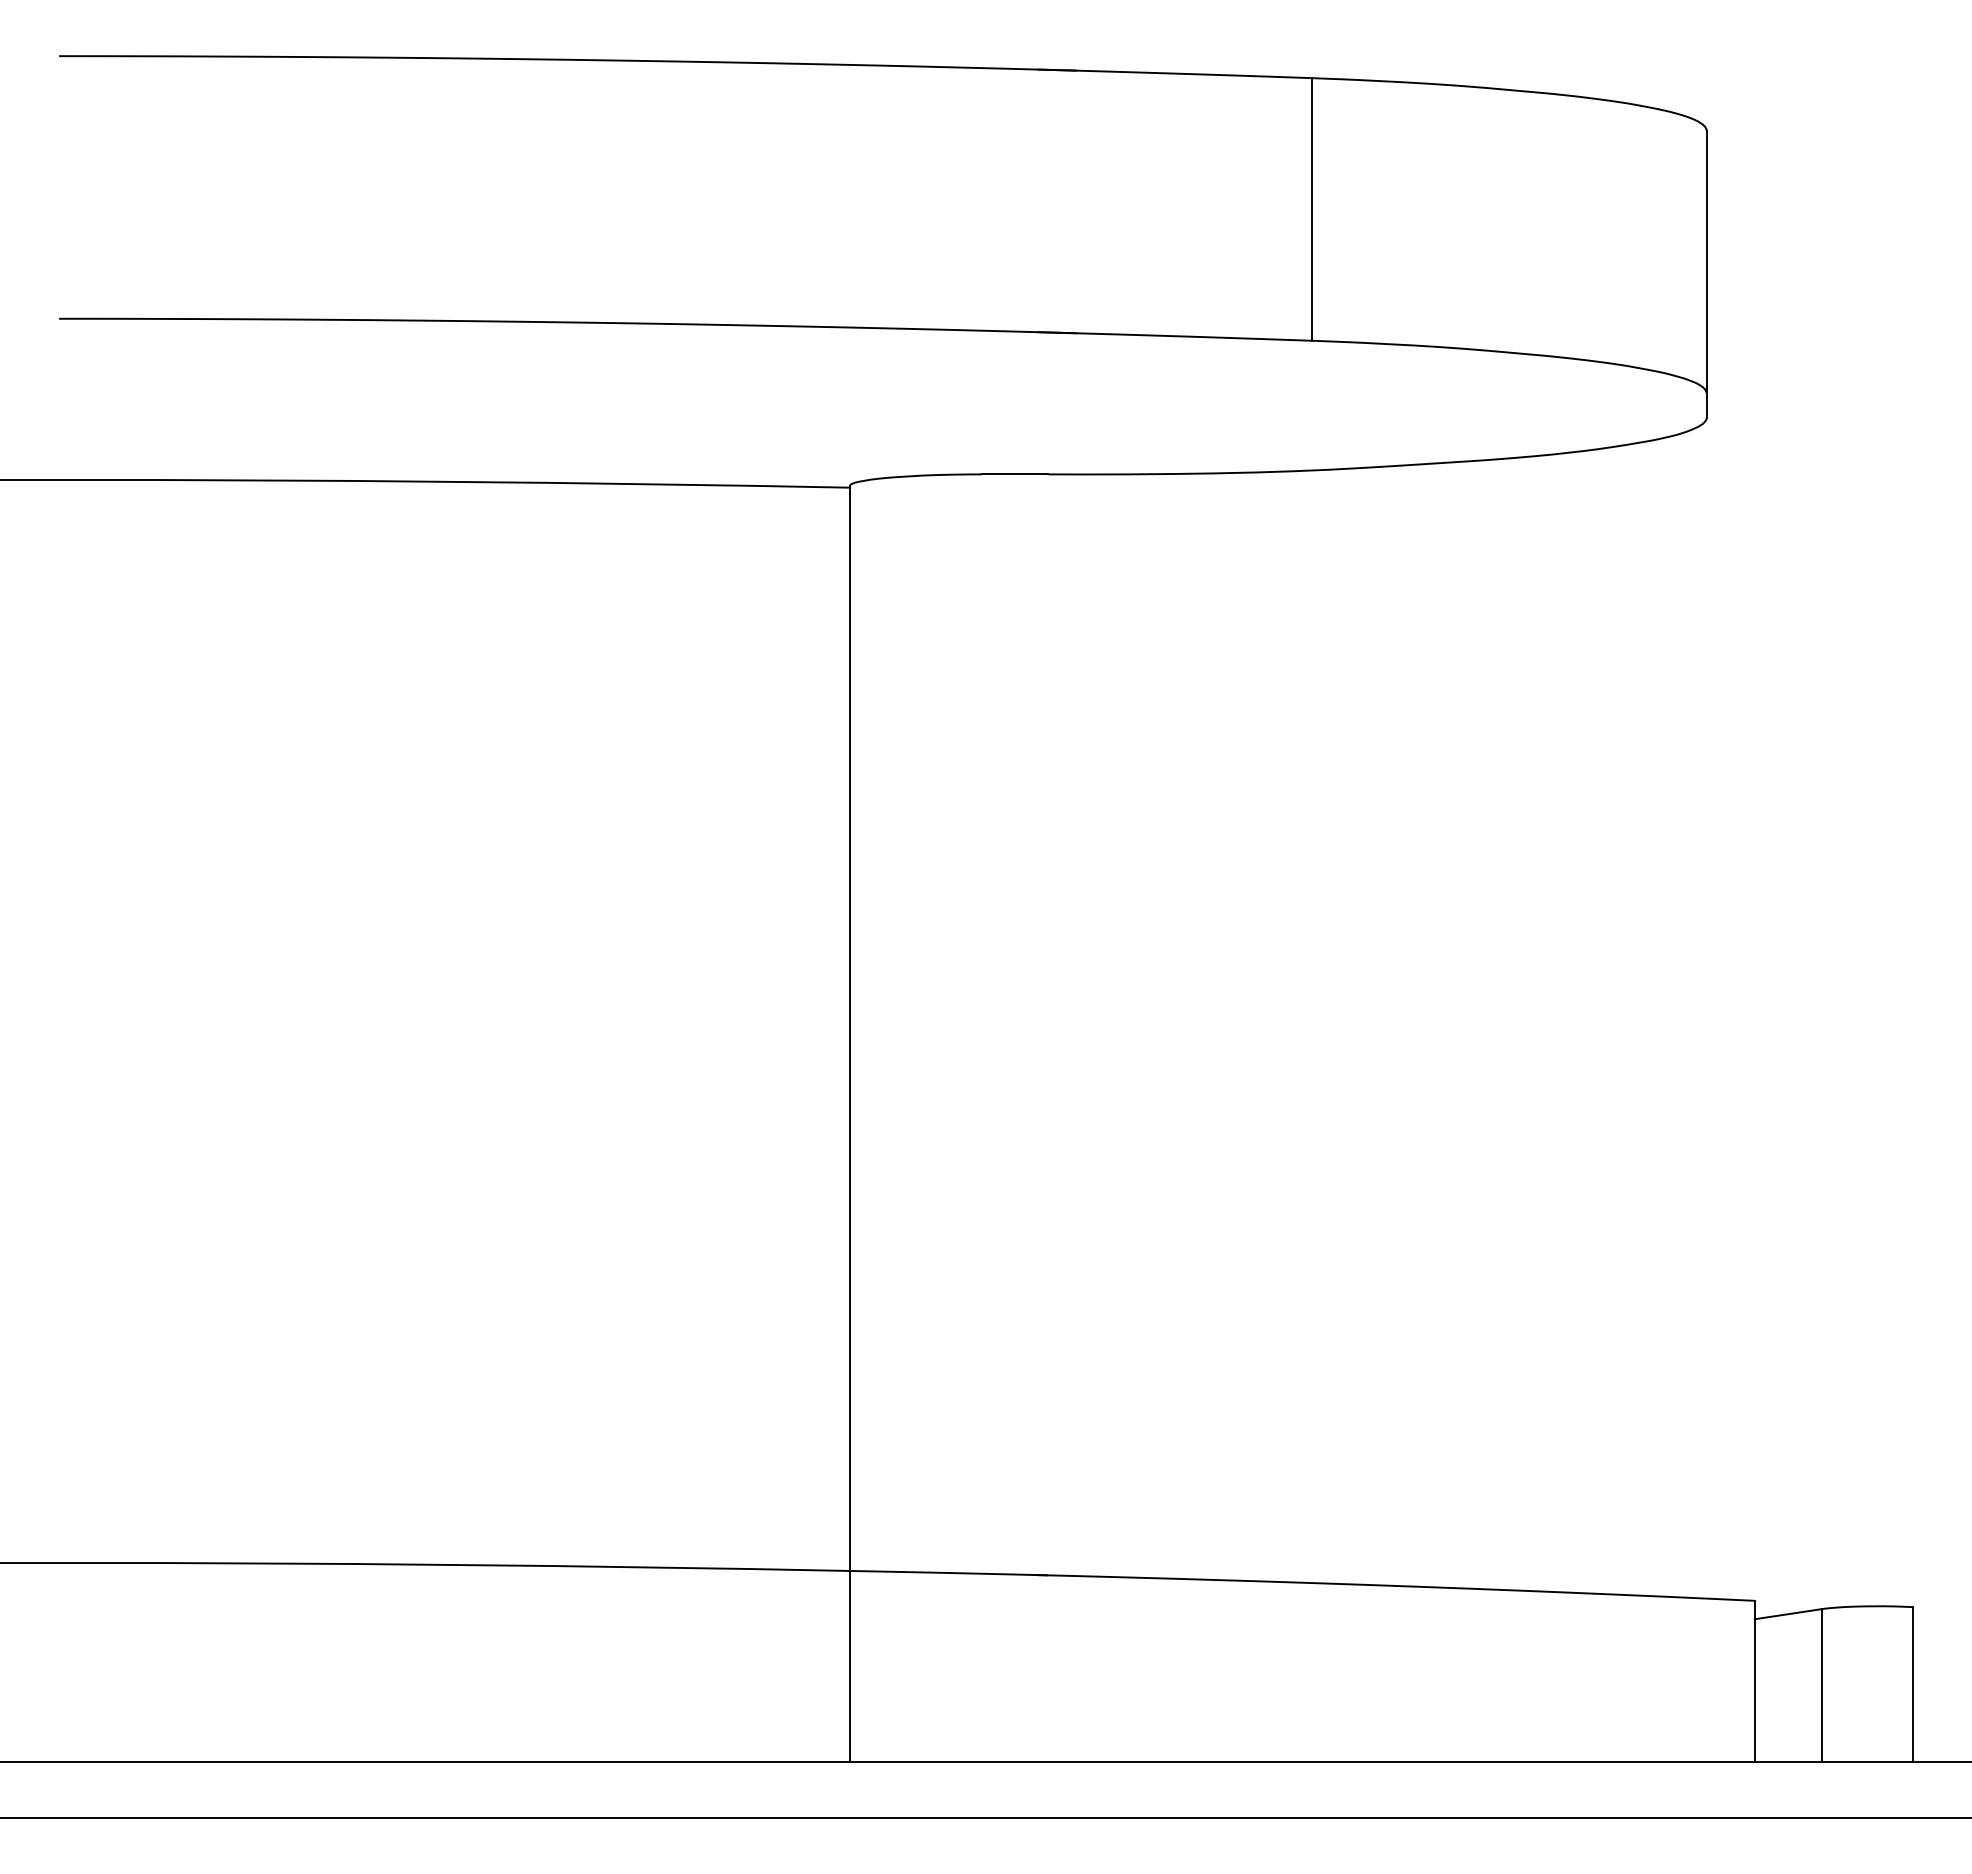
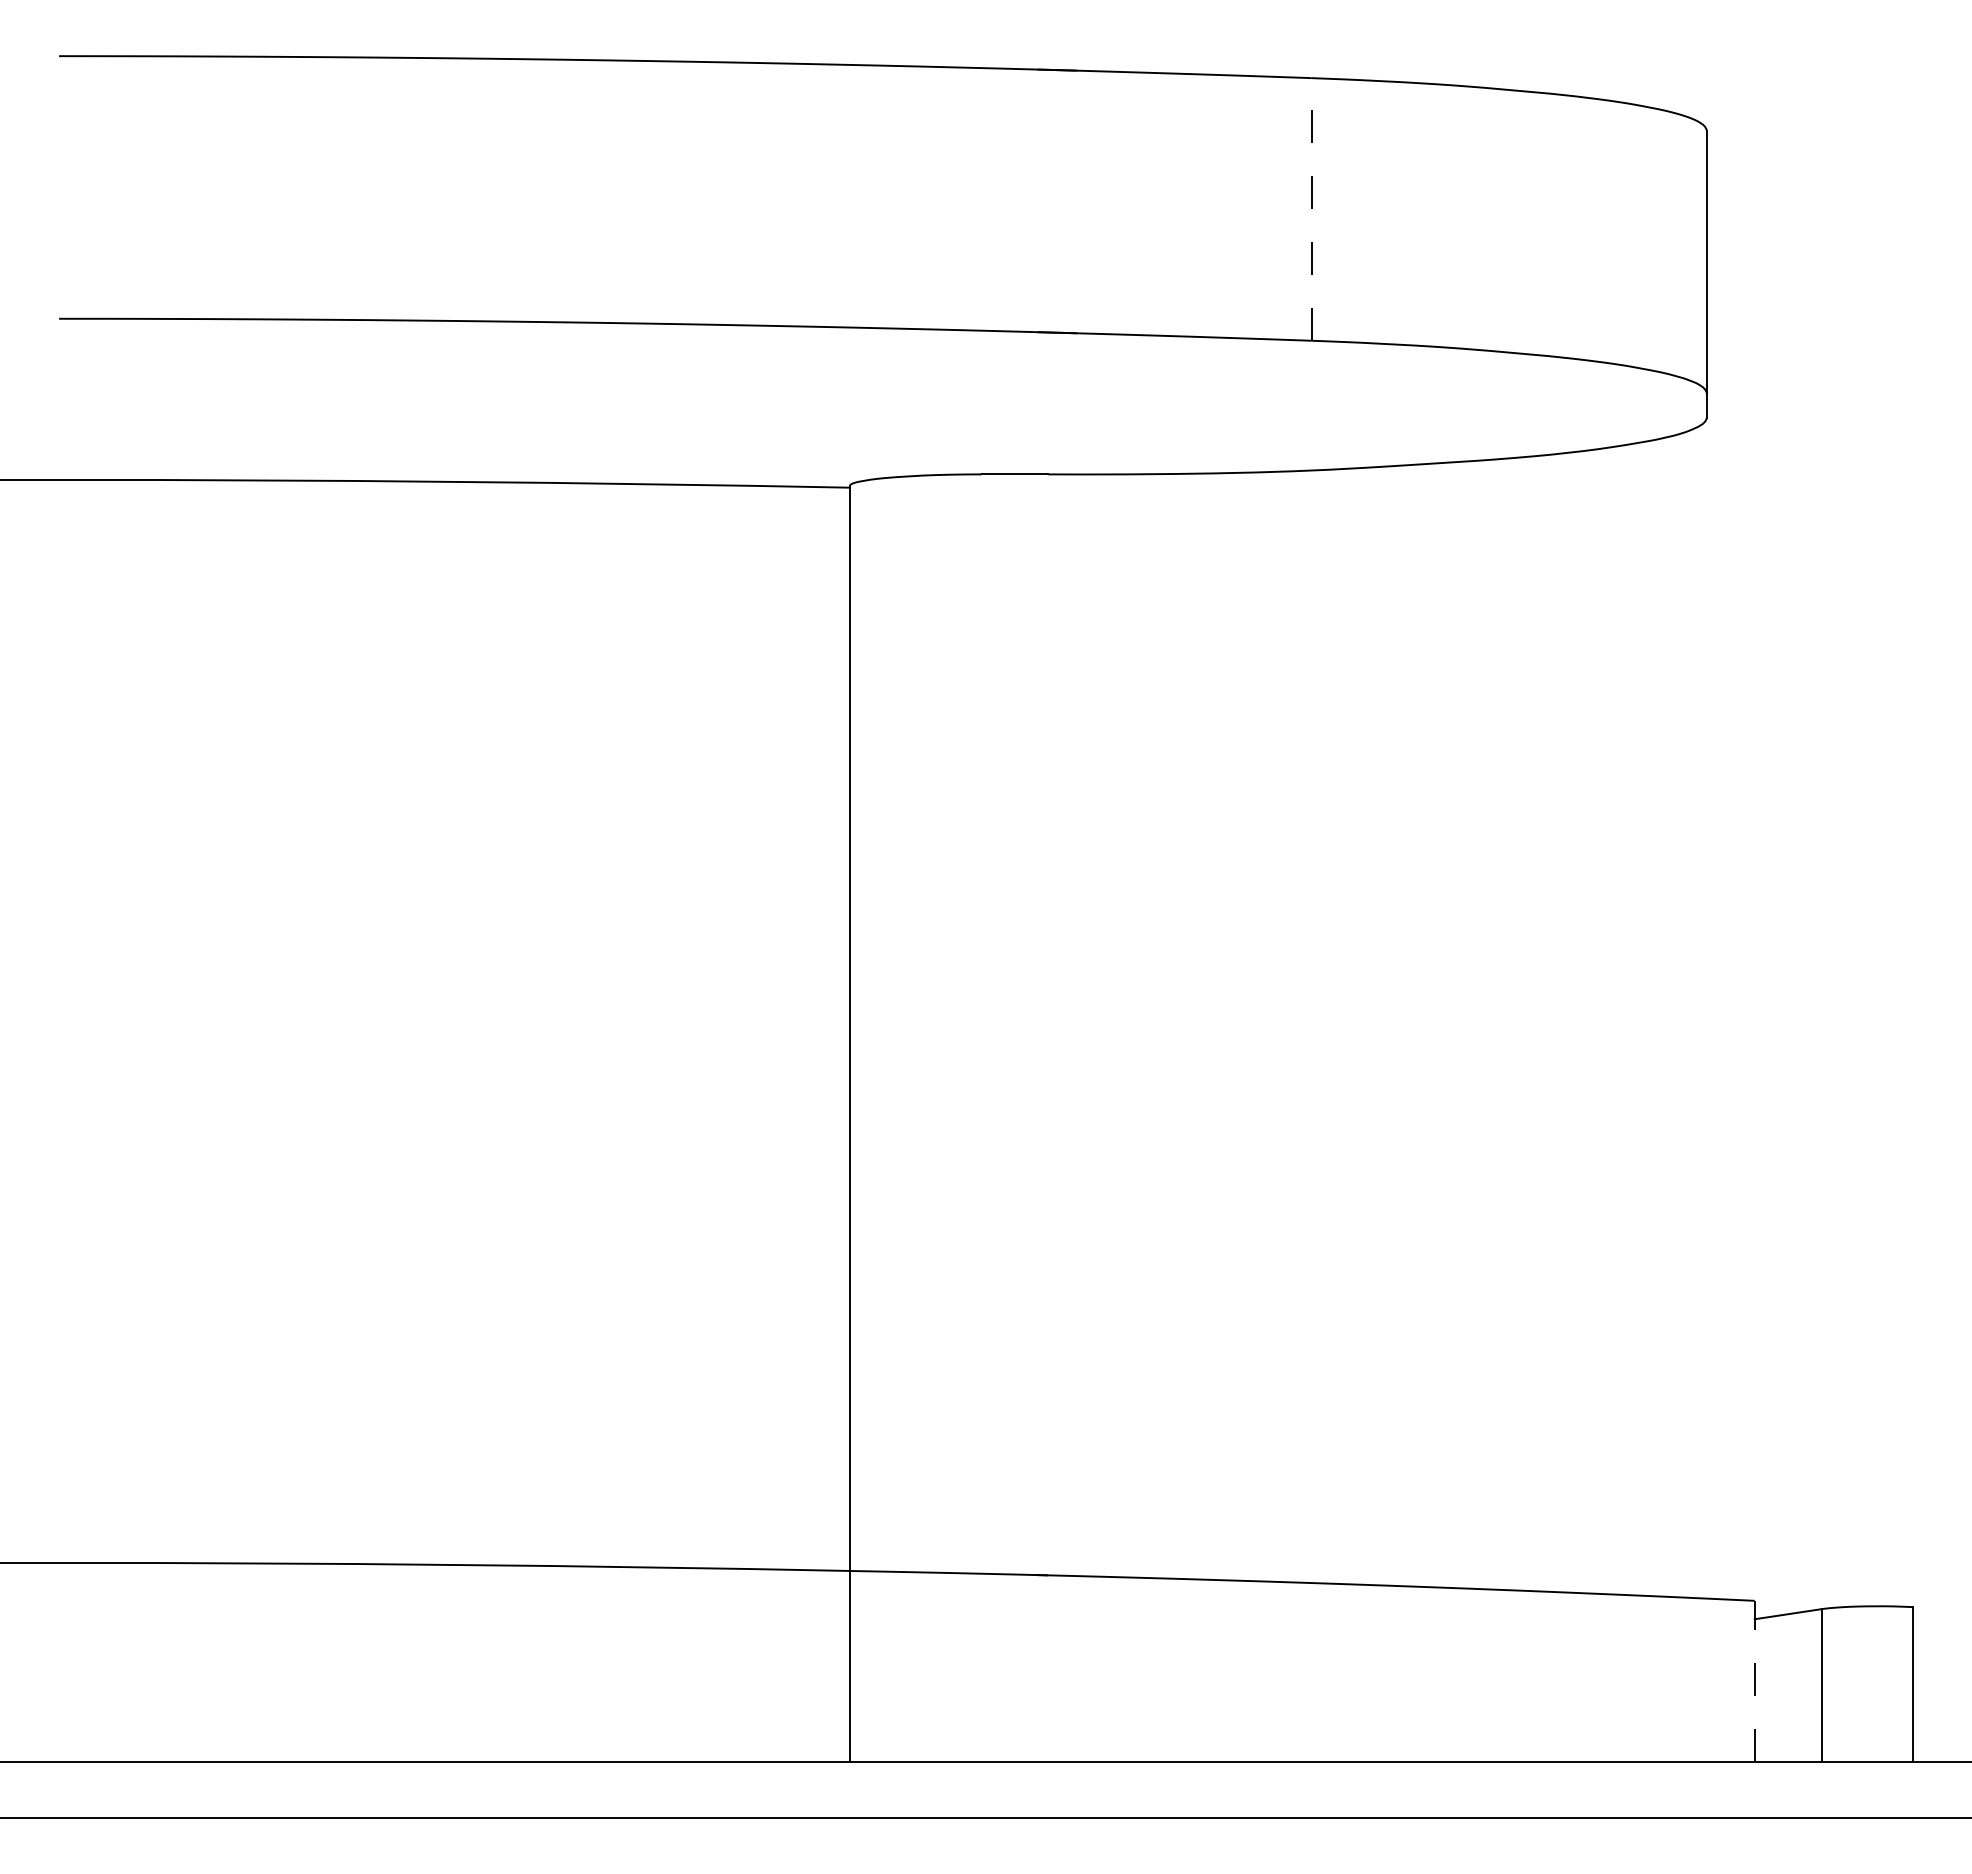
line at (1311, 208): solid -> dashed
line at (1754, 1681): solid -> dashed
